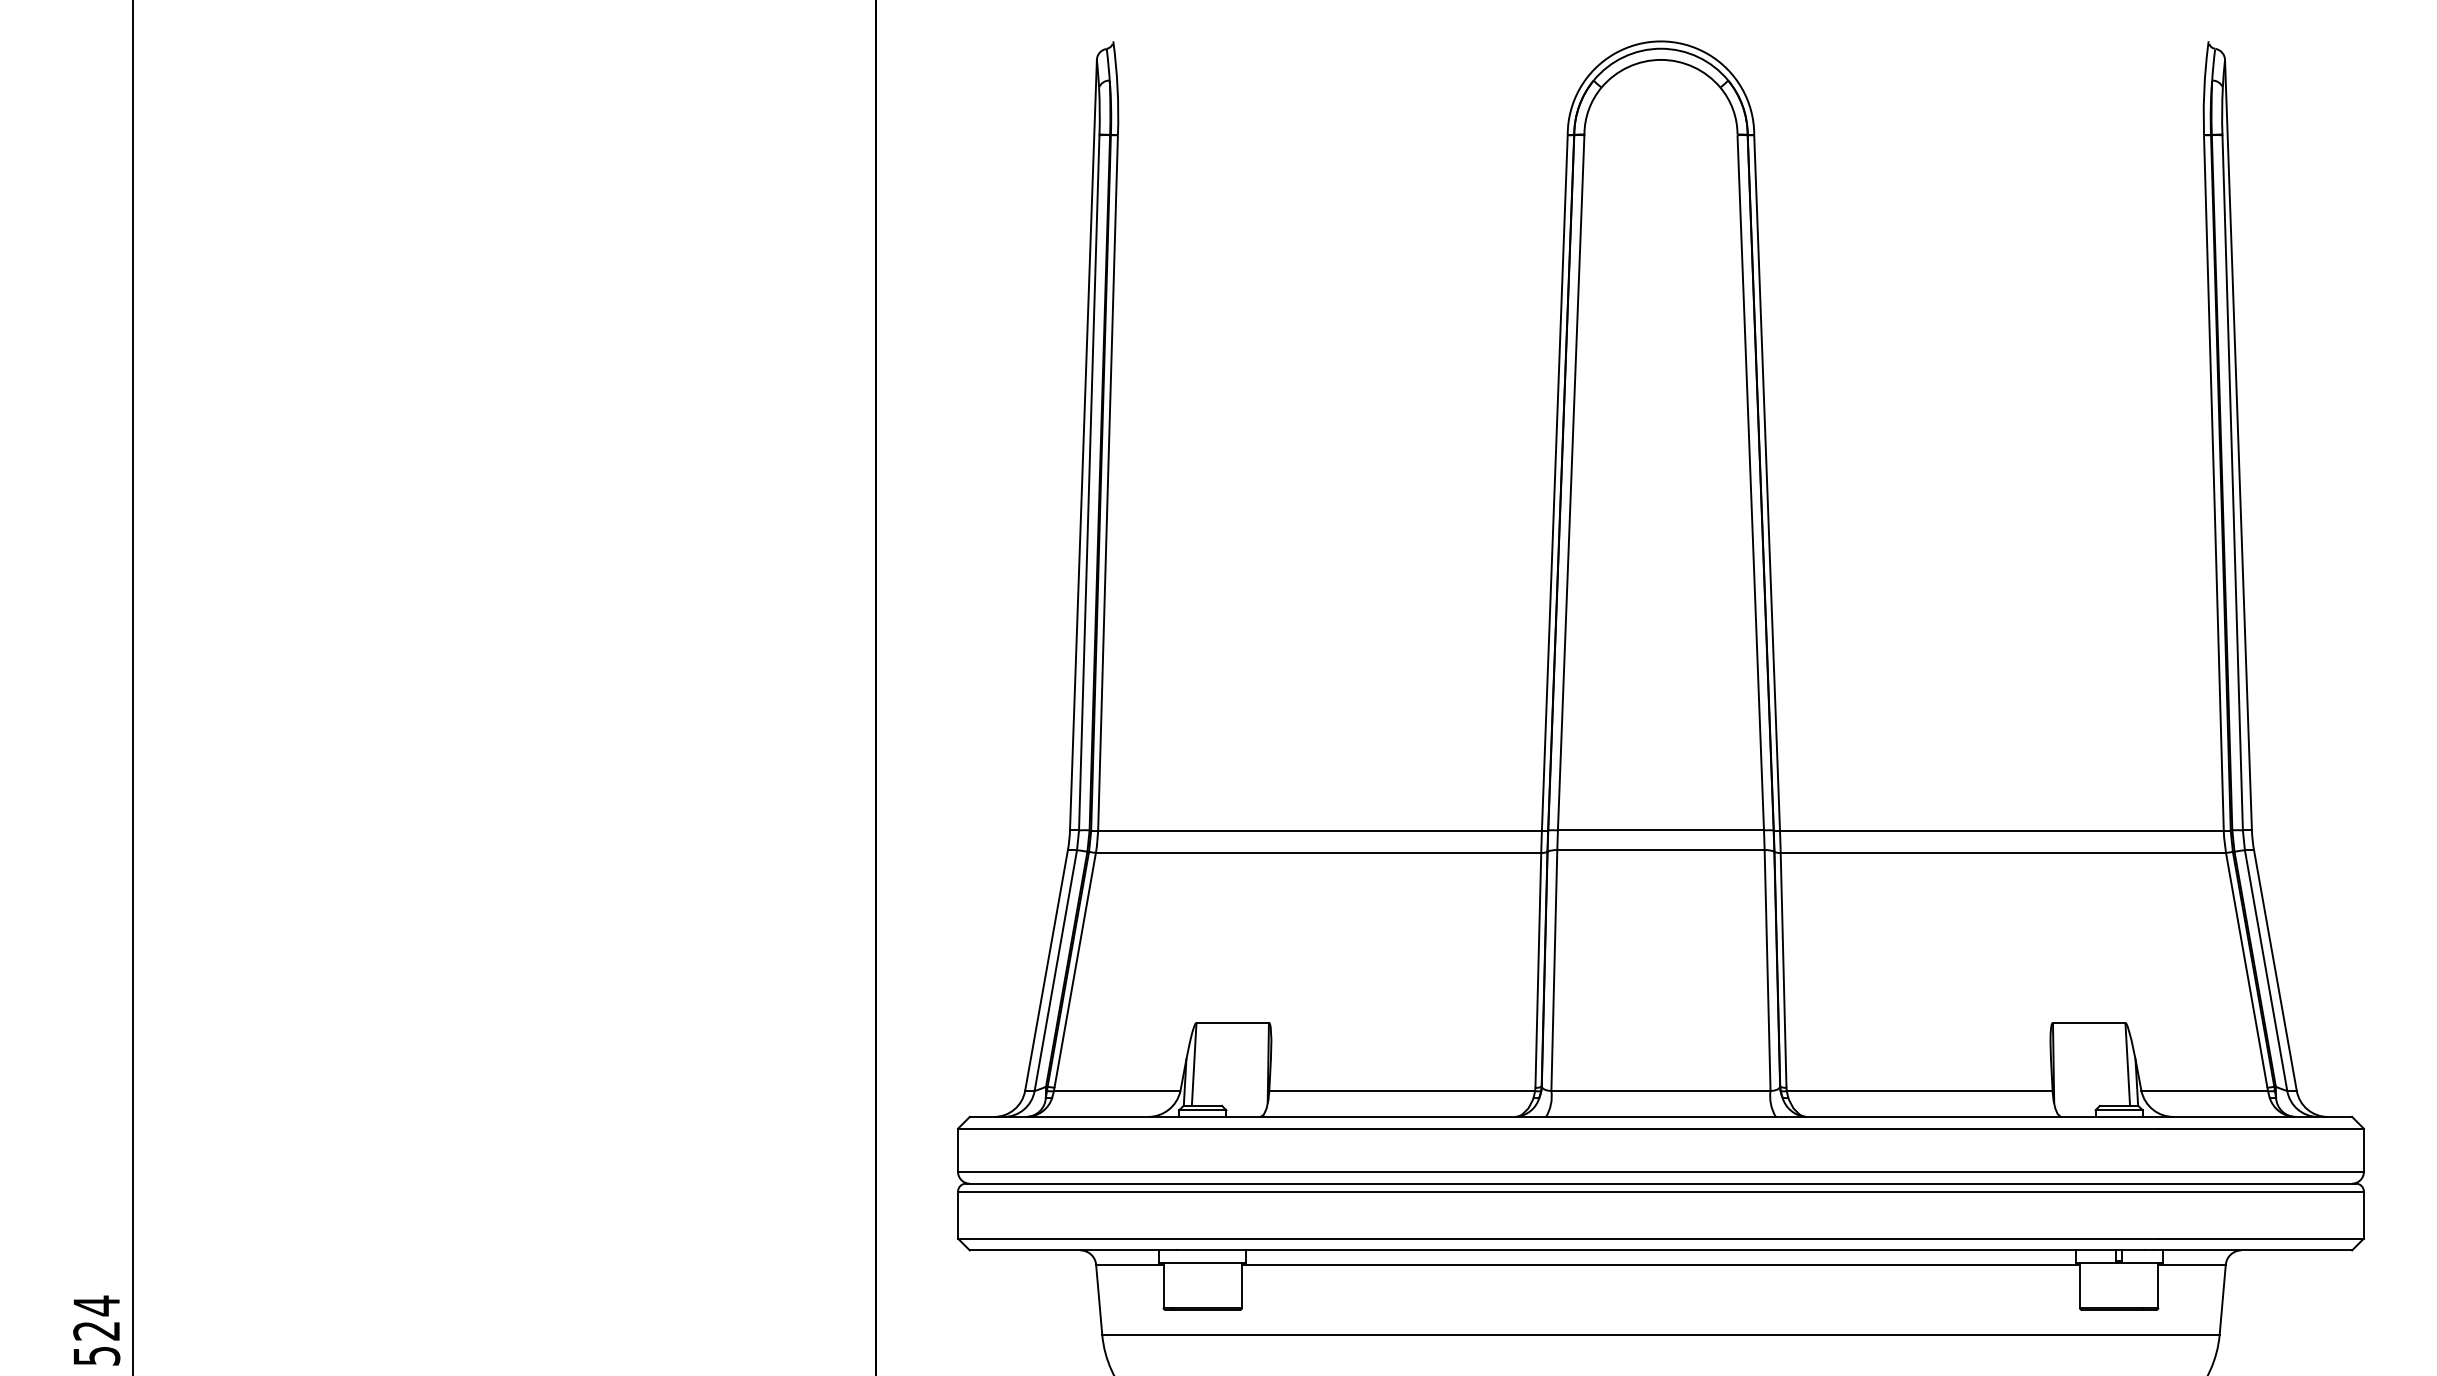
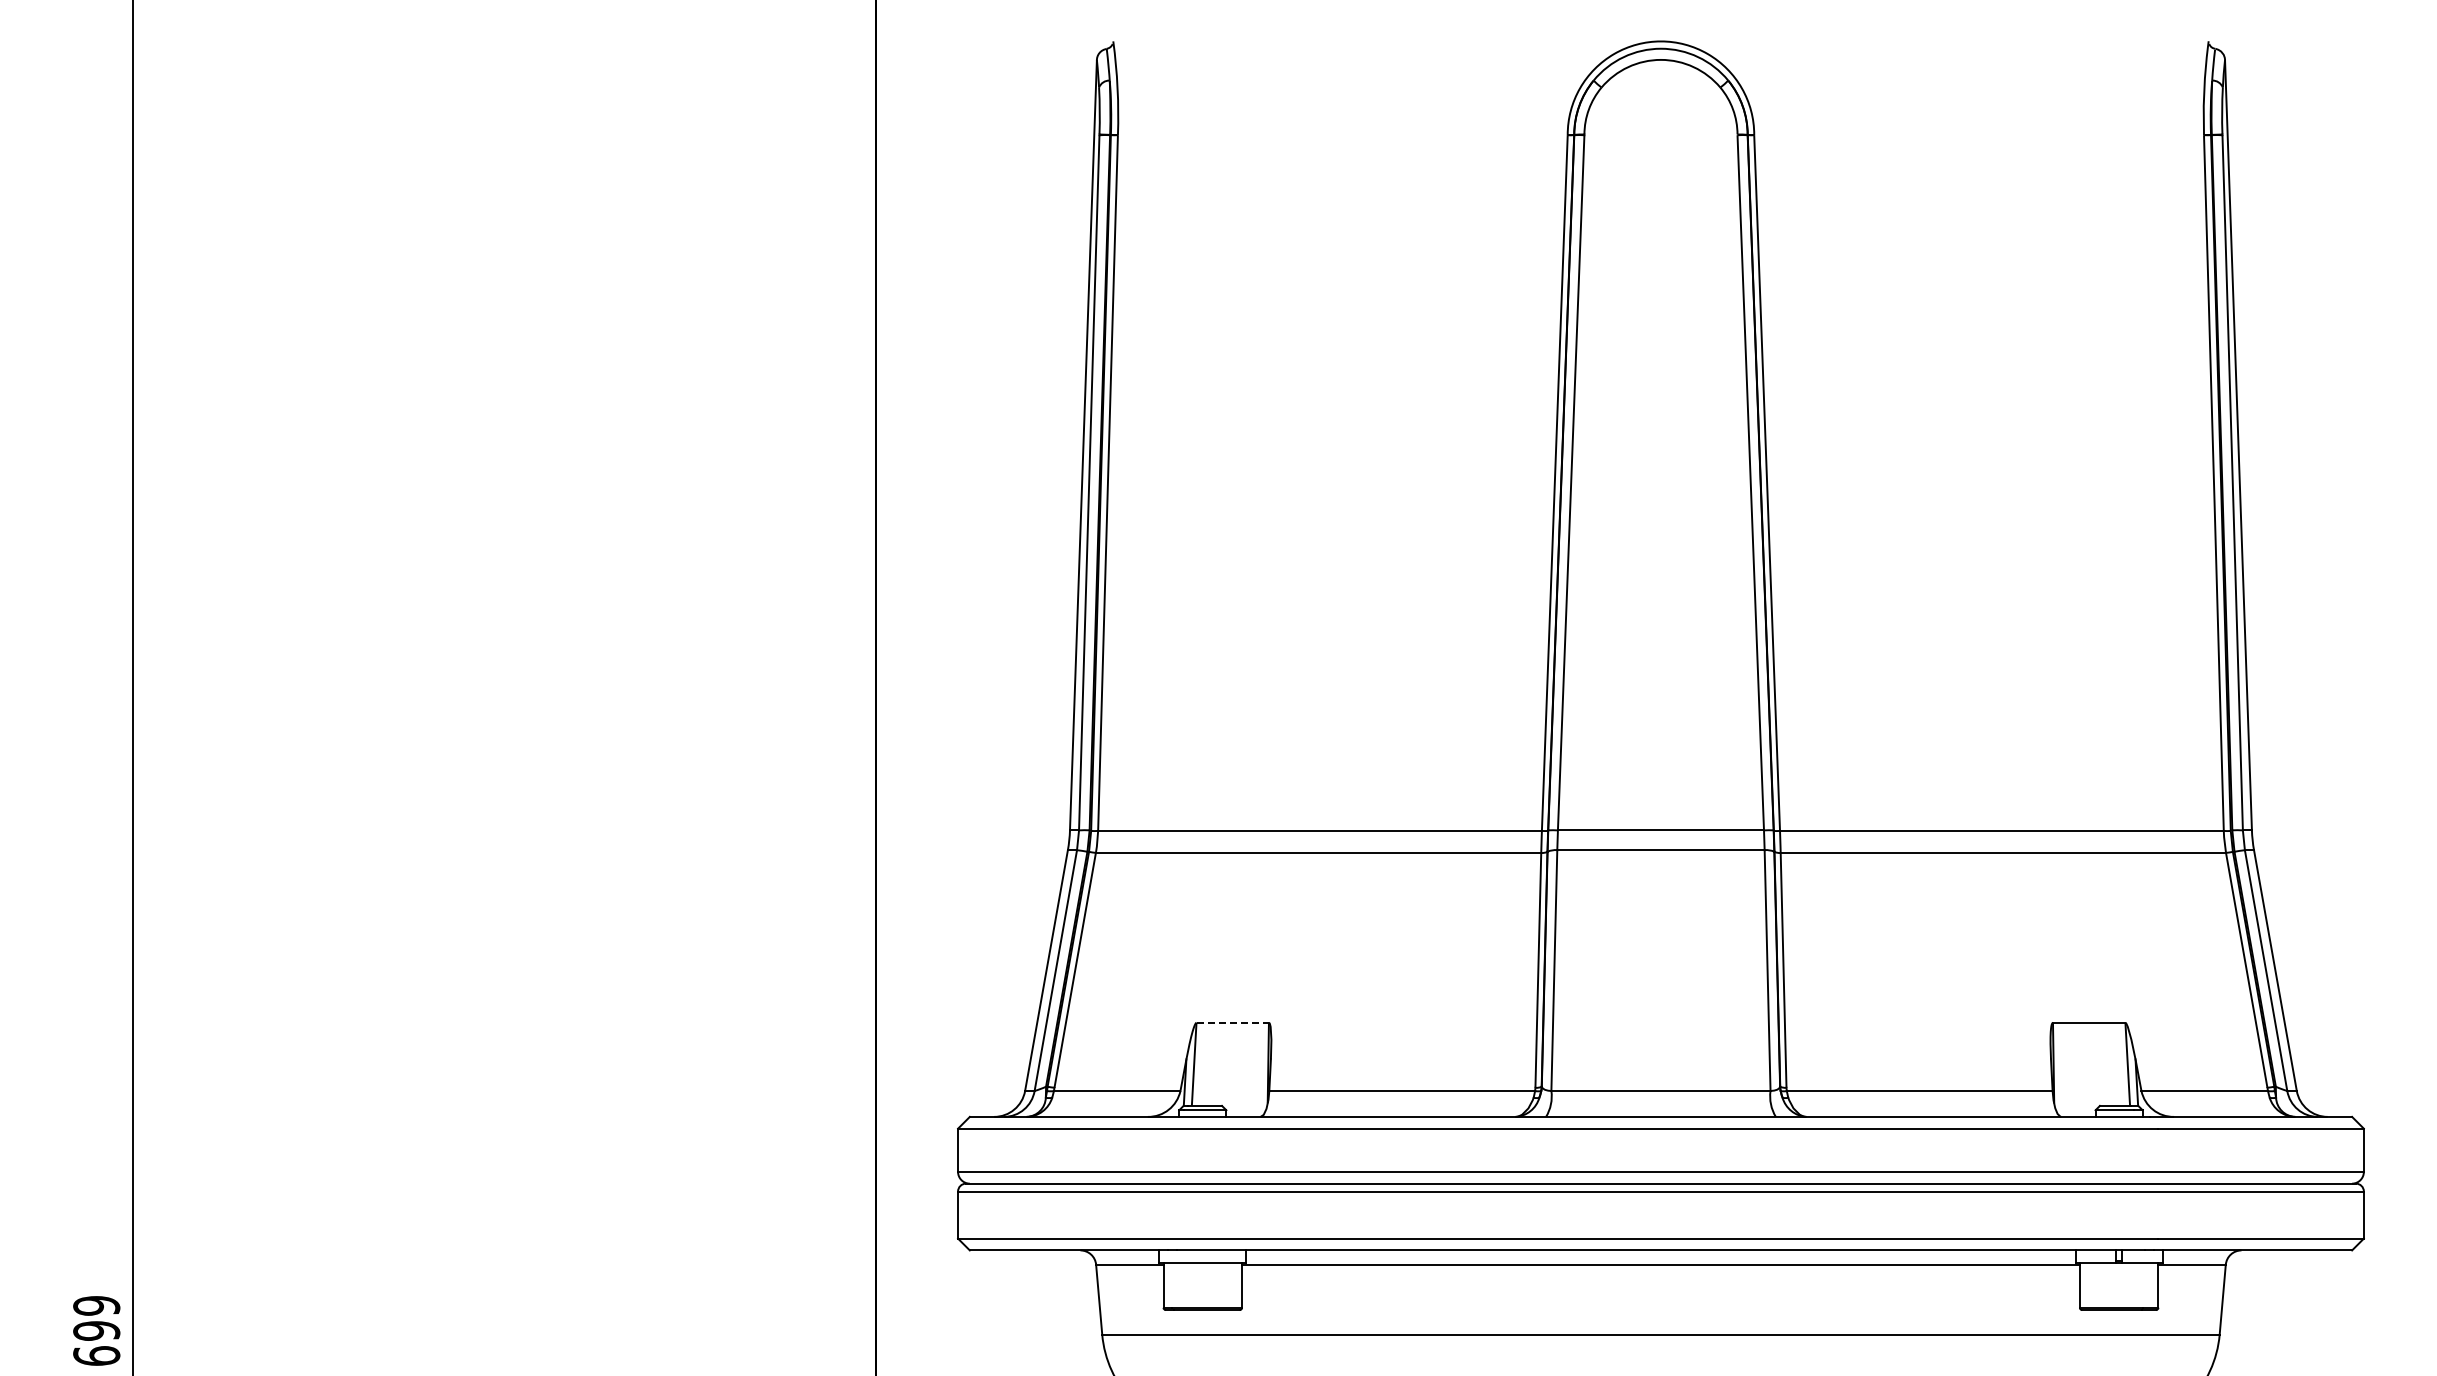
line at (1233, 1022): solid -> dashed
text at (96, 1330): 524 -> 699
